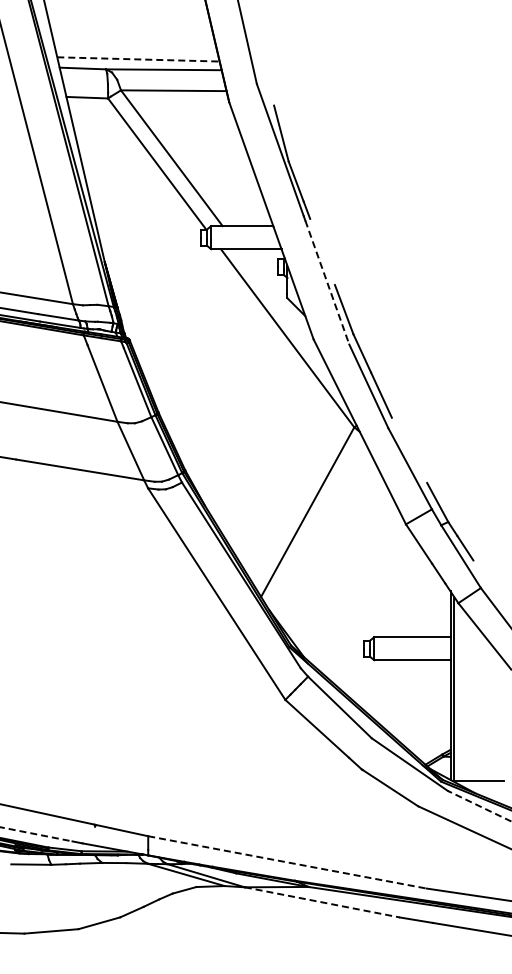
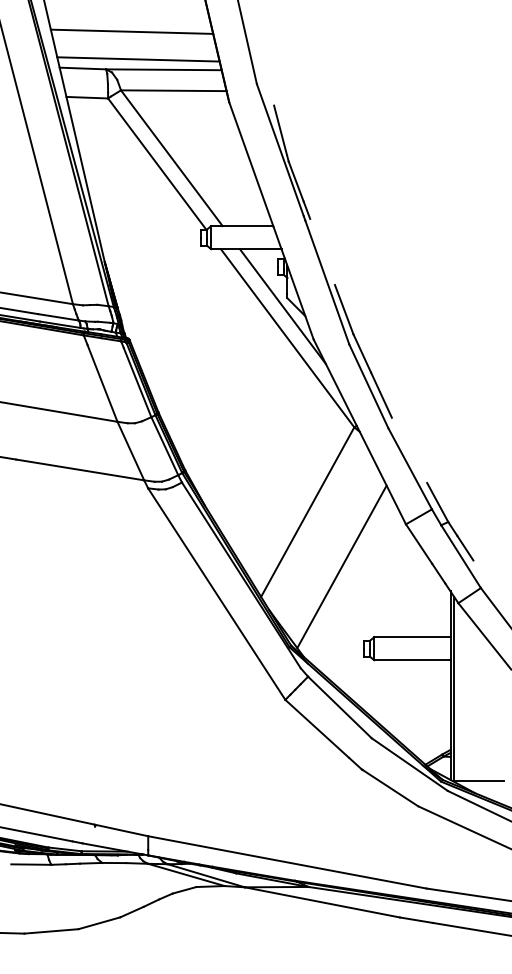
line at (131, 31): none -> present
line at (138, 59): dashed -> solid
line at (327, 282): dashed -> solid
line at (282, 306): none -> present
line at (341, 566): none -> present
line at (479, 806): dashed -> solid
line at (36, 834): dashed -> solid
line at (287, 862): dashed -> solid
line at (322, 902): dashed -> solid
